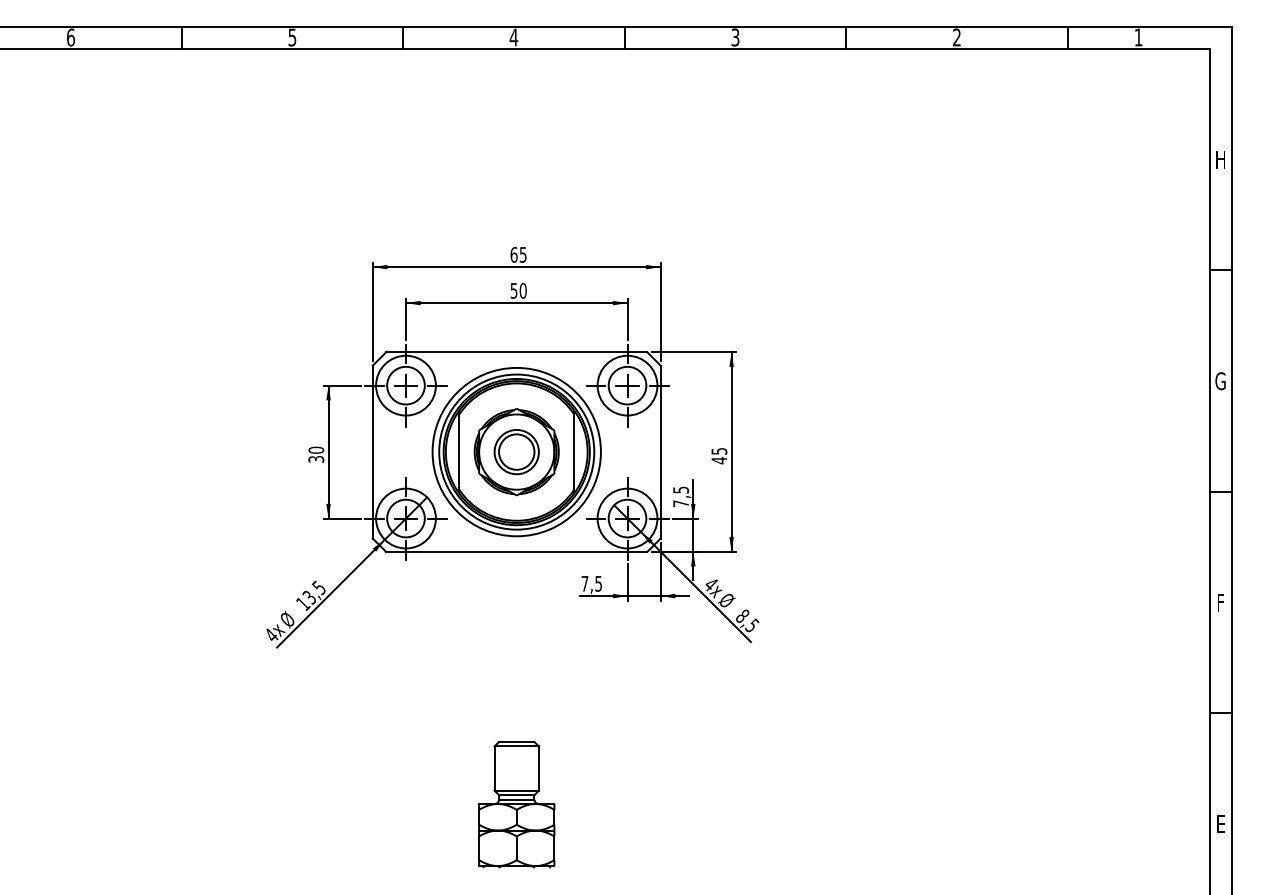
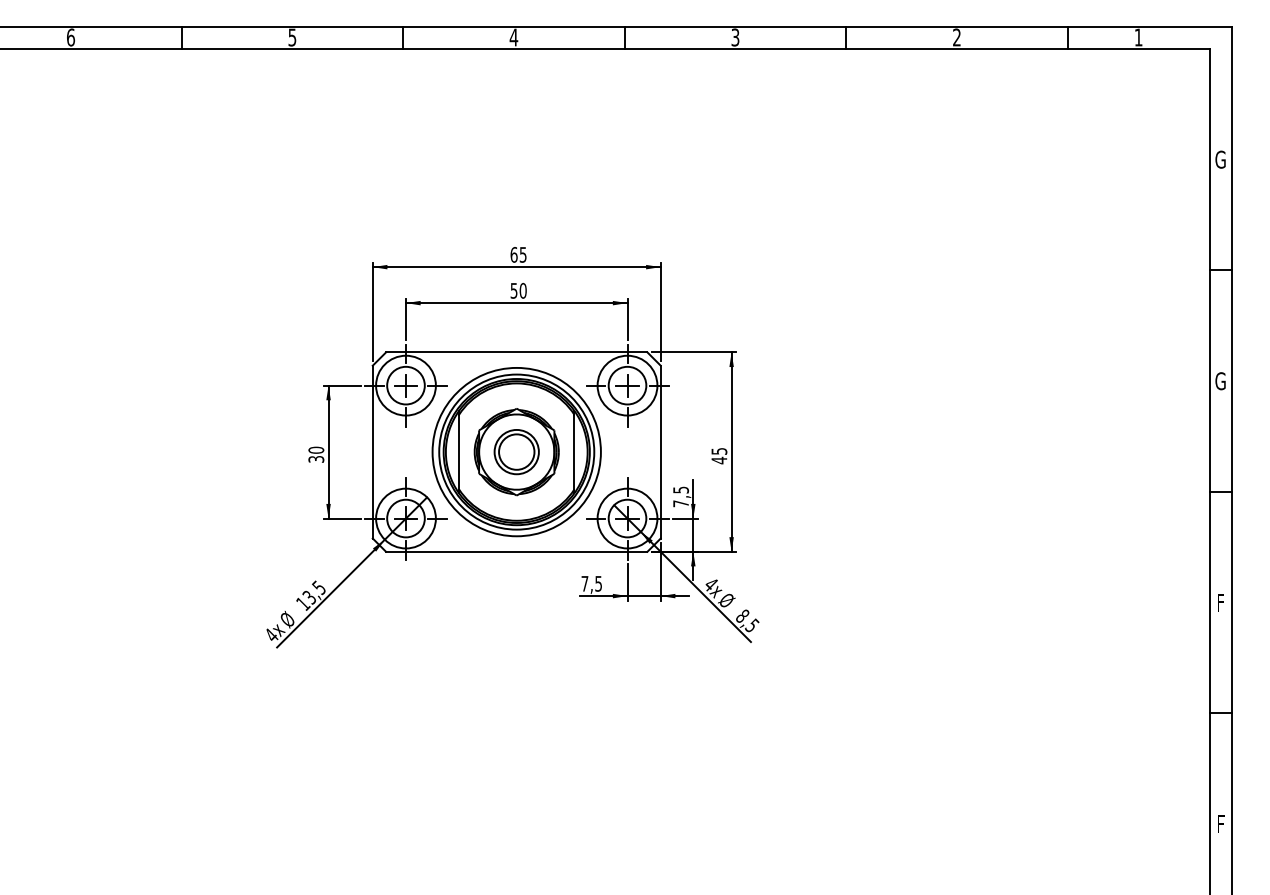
text at (1220, 159): H -> G
part at (516, 804): present -> none
text at (1220, 823): E -> F
